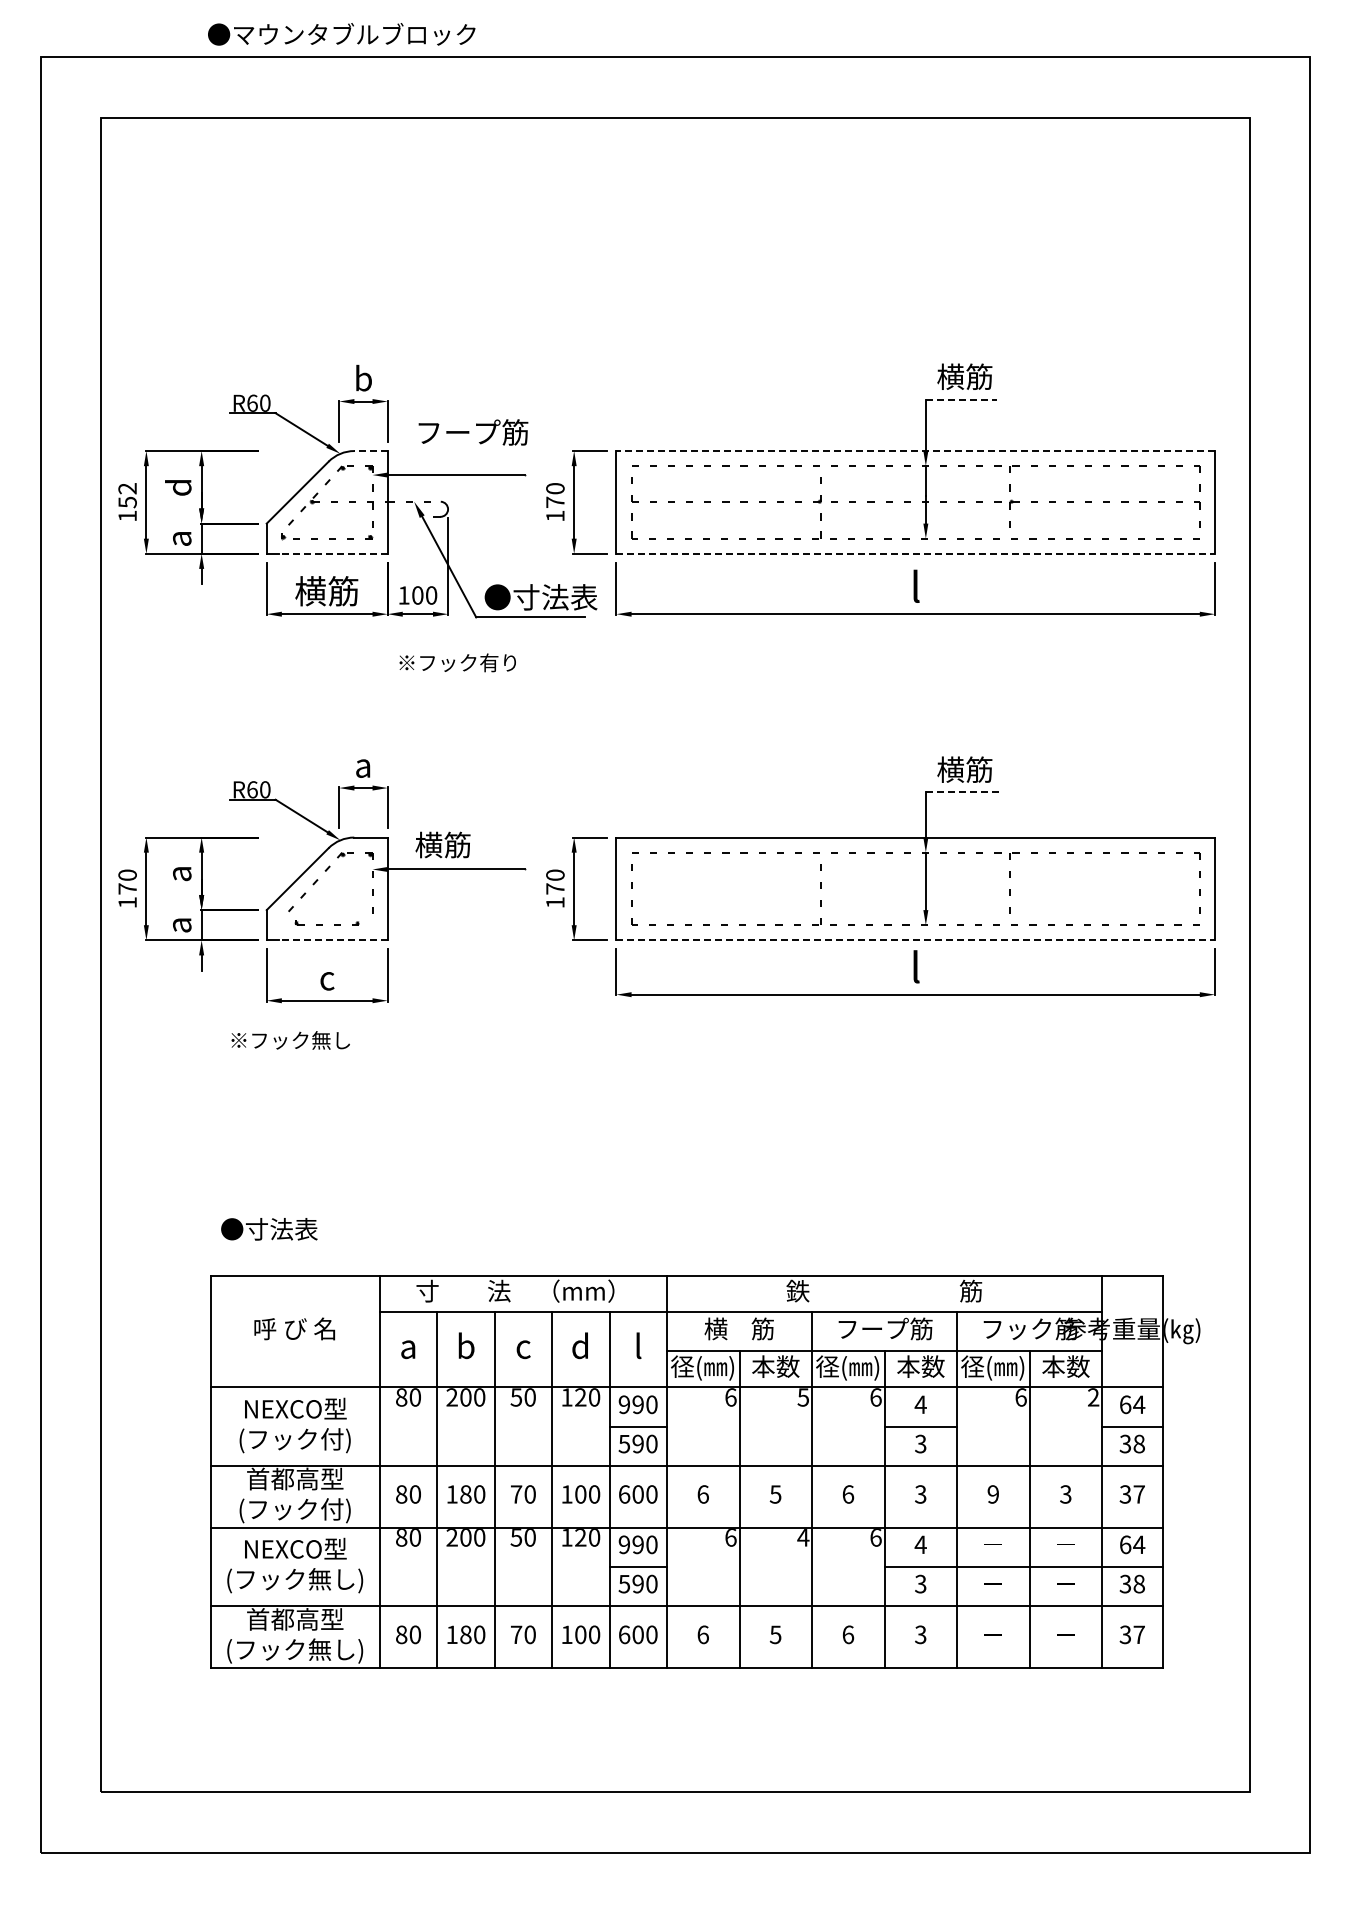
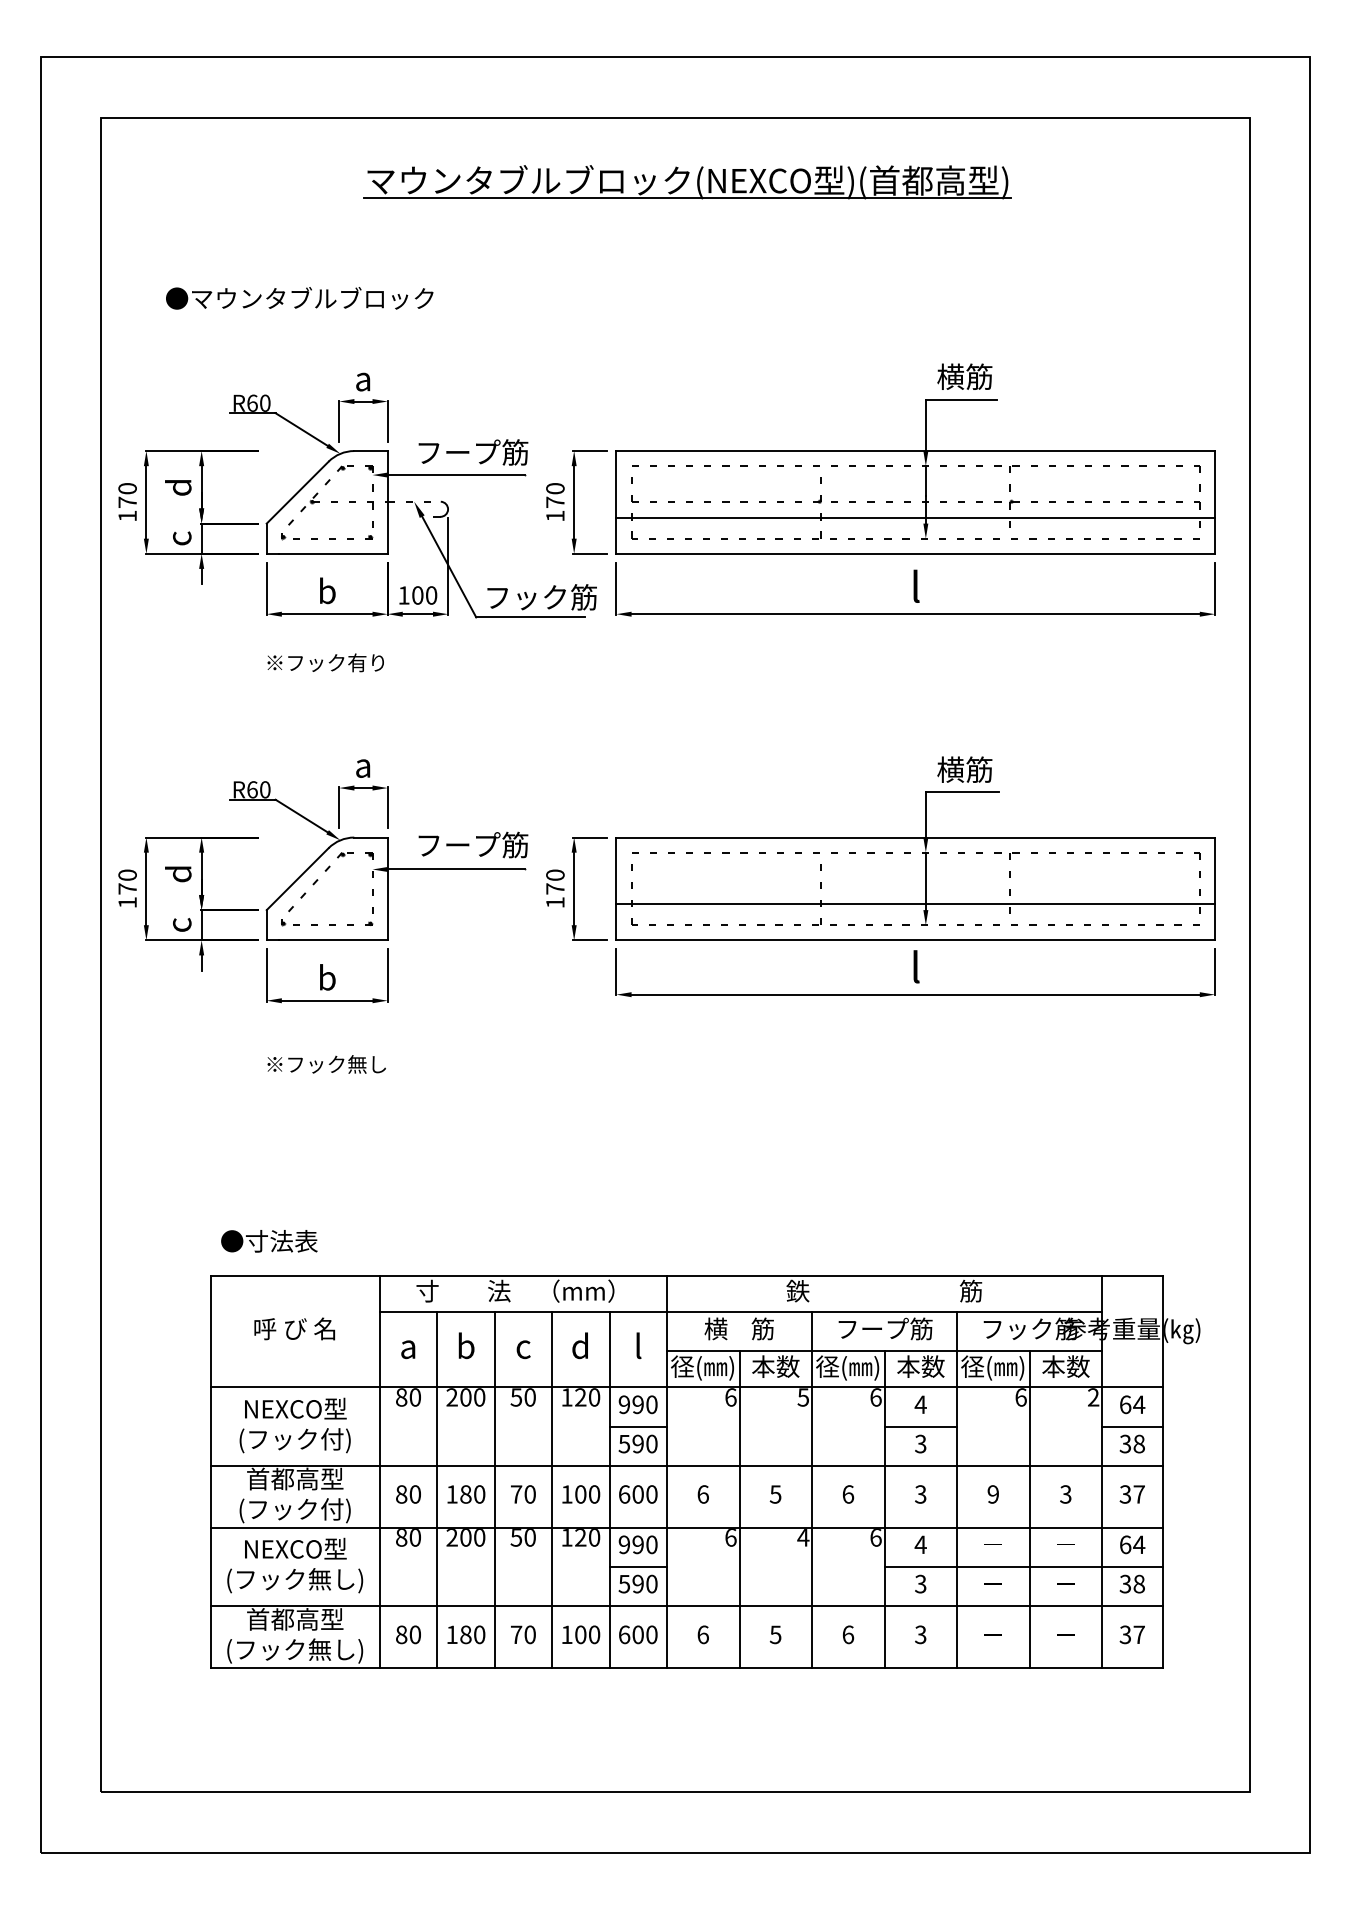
text at (341, 34) position: (341, 34) -> (299, 298)
part at (687, 182): none -> present
text at (363, 377): b -> a
line at (961, 399): dashed -> solid
text at (473, 432) position: (473, 432) -> (473, 452)
line at (370, 451): dashed -> solid
line at (915, 451): dashed -> solid
text at (127, 495): 152 -> 170
line at (915, 517): none -> present
text at (182, 538): a -> c
line at (332, 553): dashed -> solid
line at (916, 553): dashed -> solid
text at (326, 591): 横筋 -> b
text at (540, 597): ●寸法表 -> フック筋
text at (457, 662) position: (457, 662) -> (325, 662)
line at (962, 792): dashed -> solid
text at (471, 844): 横筋 -> フープ筋
text at (178, 874): a -> d
line at (915, 904): none -> present
part at (326, 922) size: 66x6 px -> 93x8 px
text at (182, 925): a -> c
line at (332, 940): dashed -> solid
line at (916, 940): dashed -> solid
text at (327, 977): c -> b
text at (290, 1040) position: (290, 1040) -> (326, 1064)
text at (269, 1229) position: (269, 1229) -> (269, 1241)
